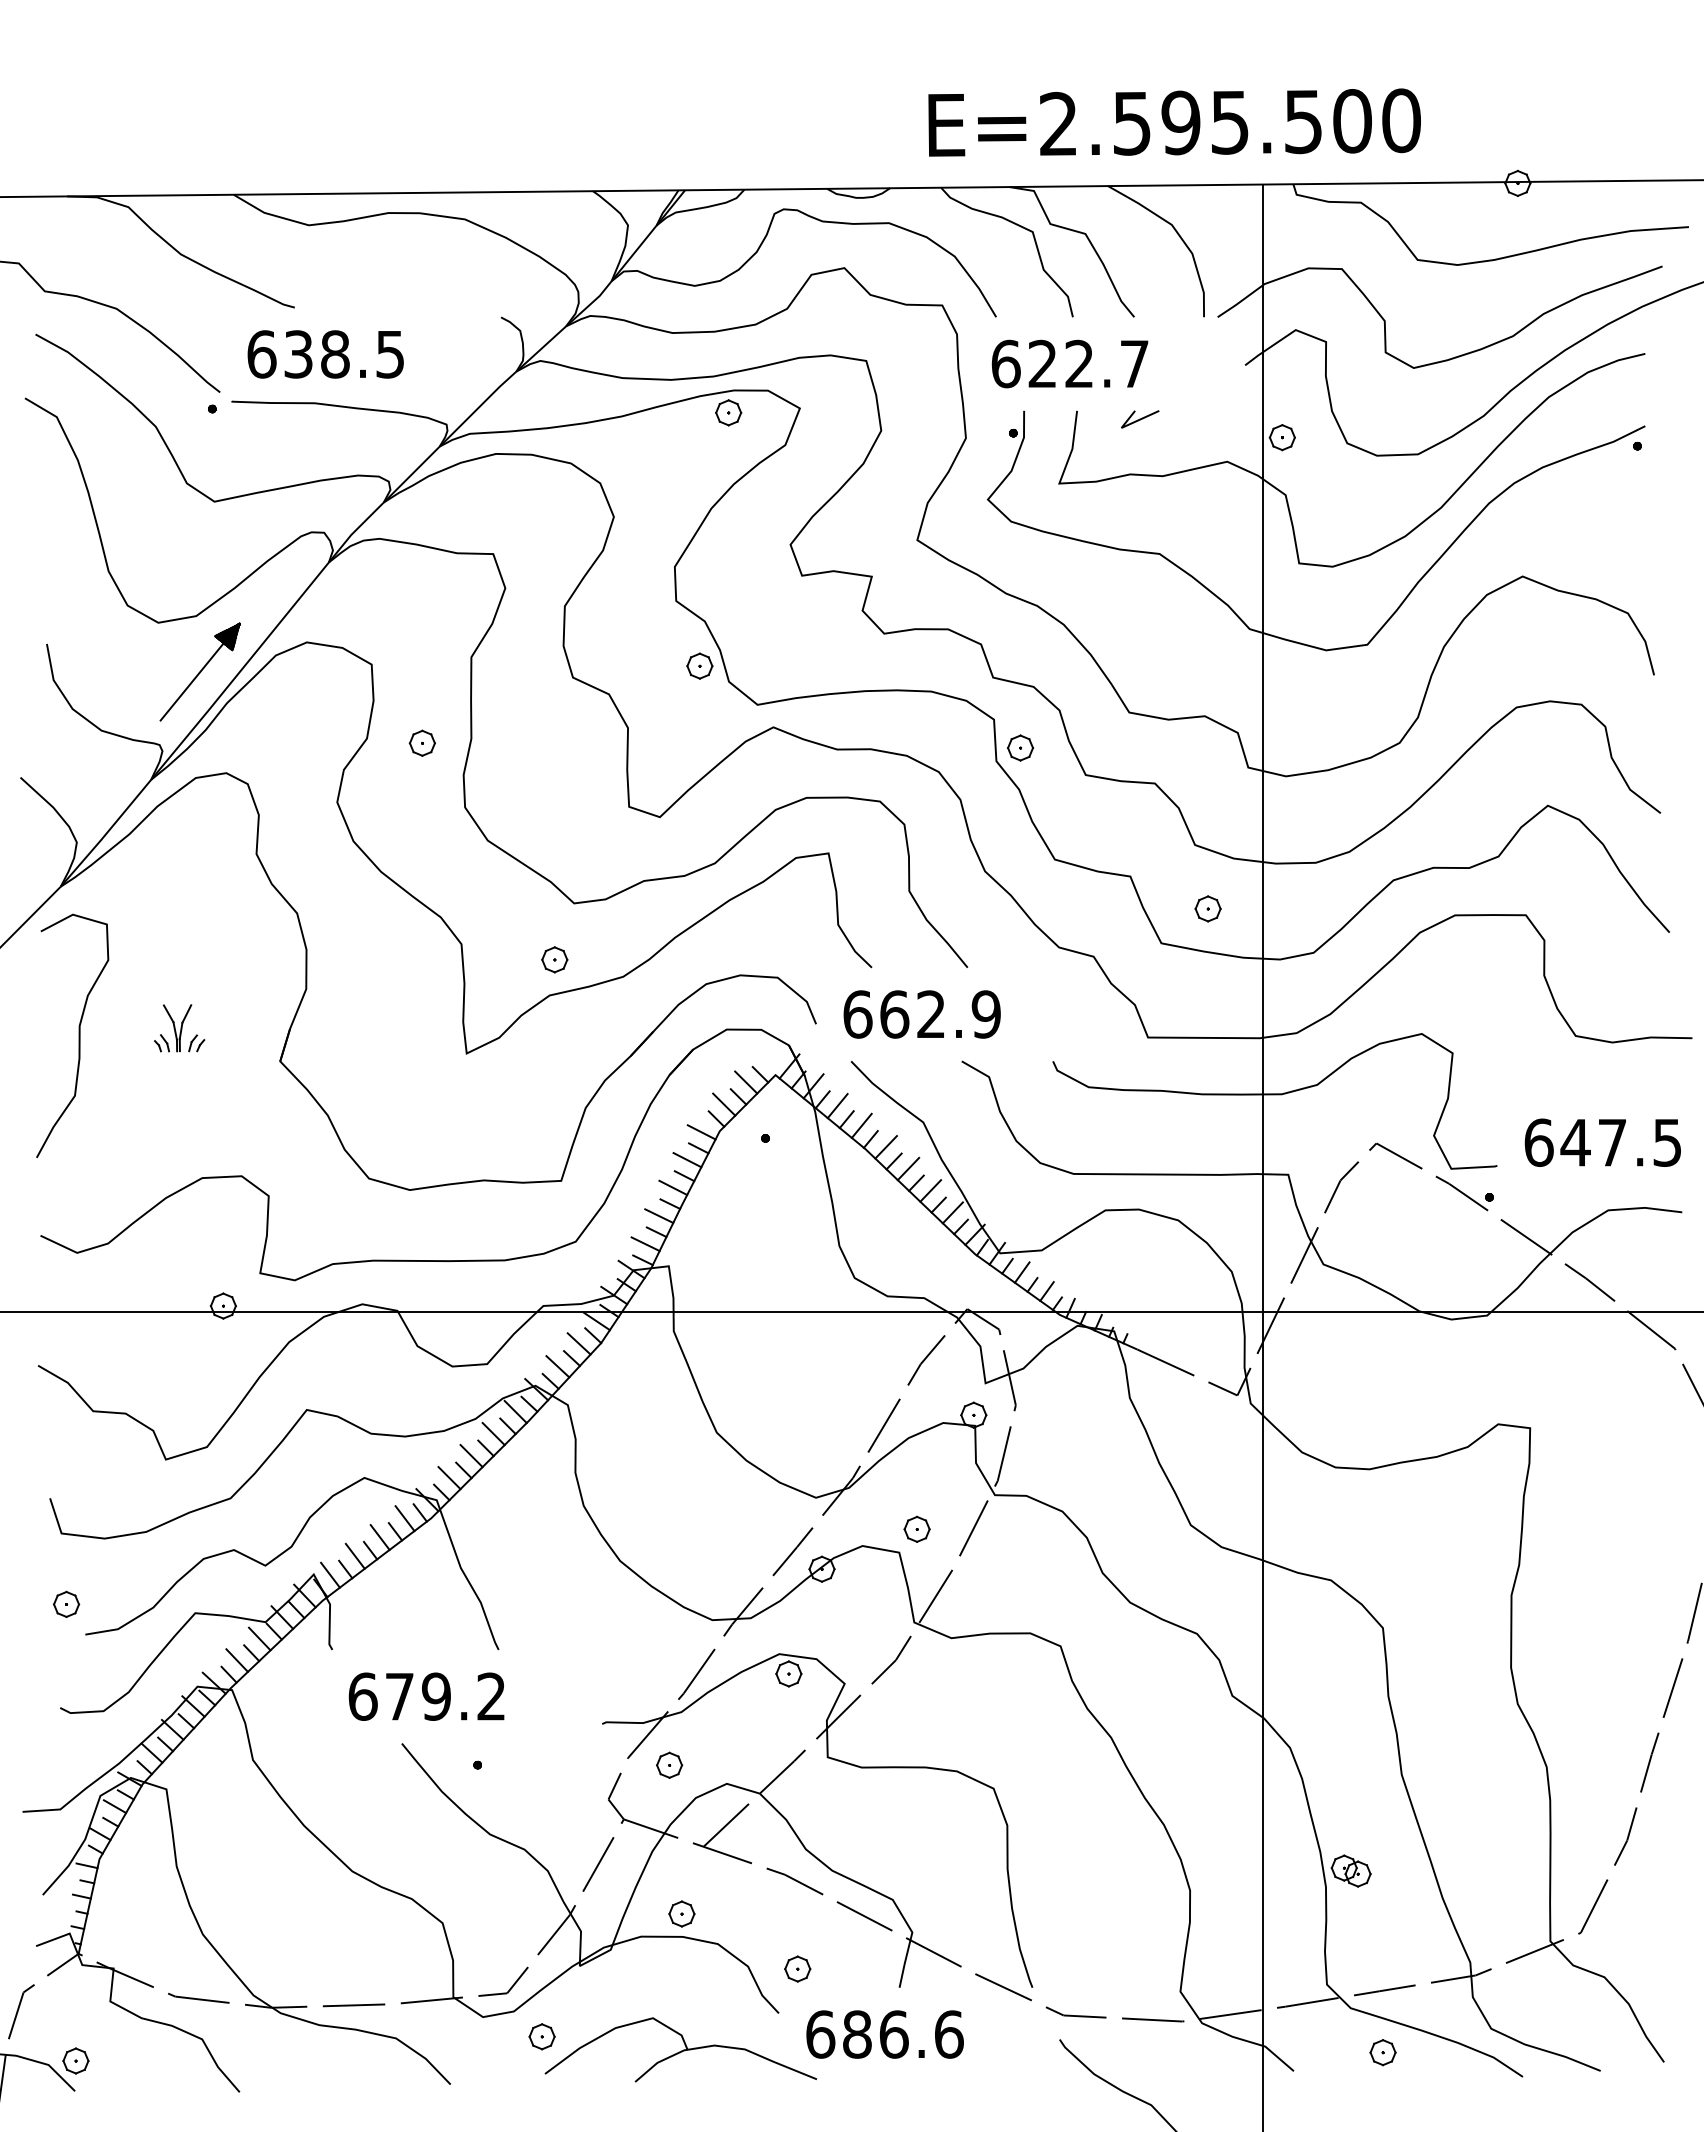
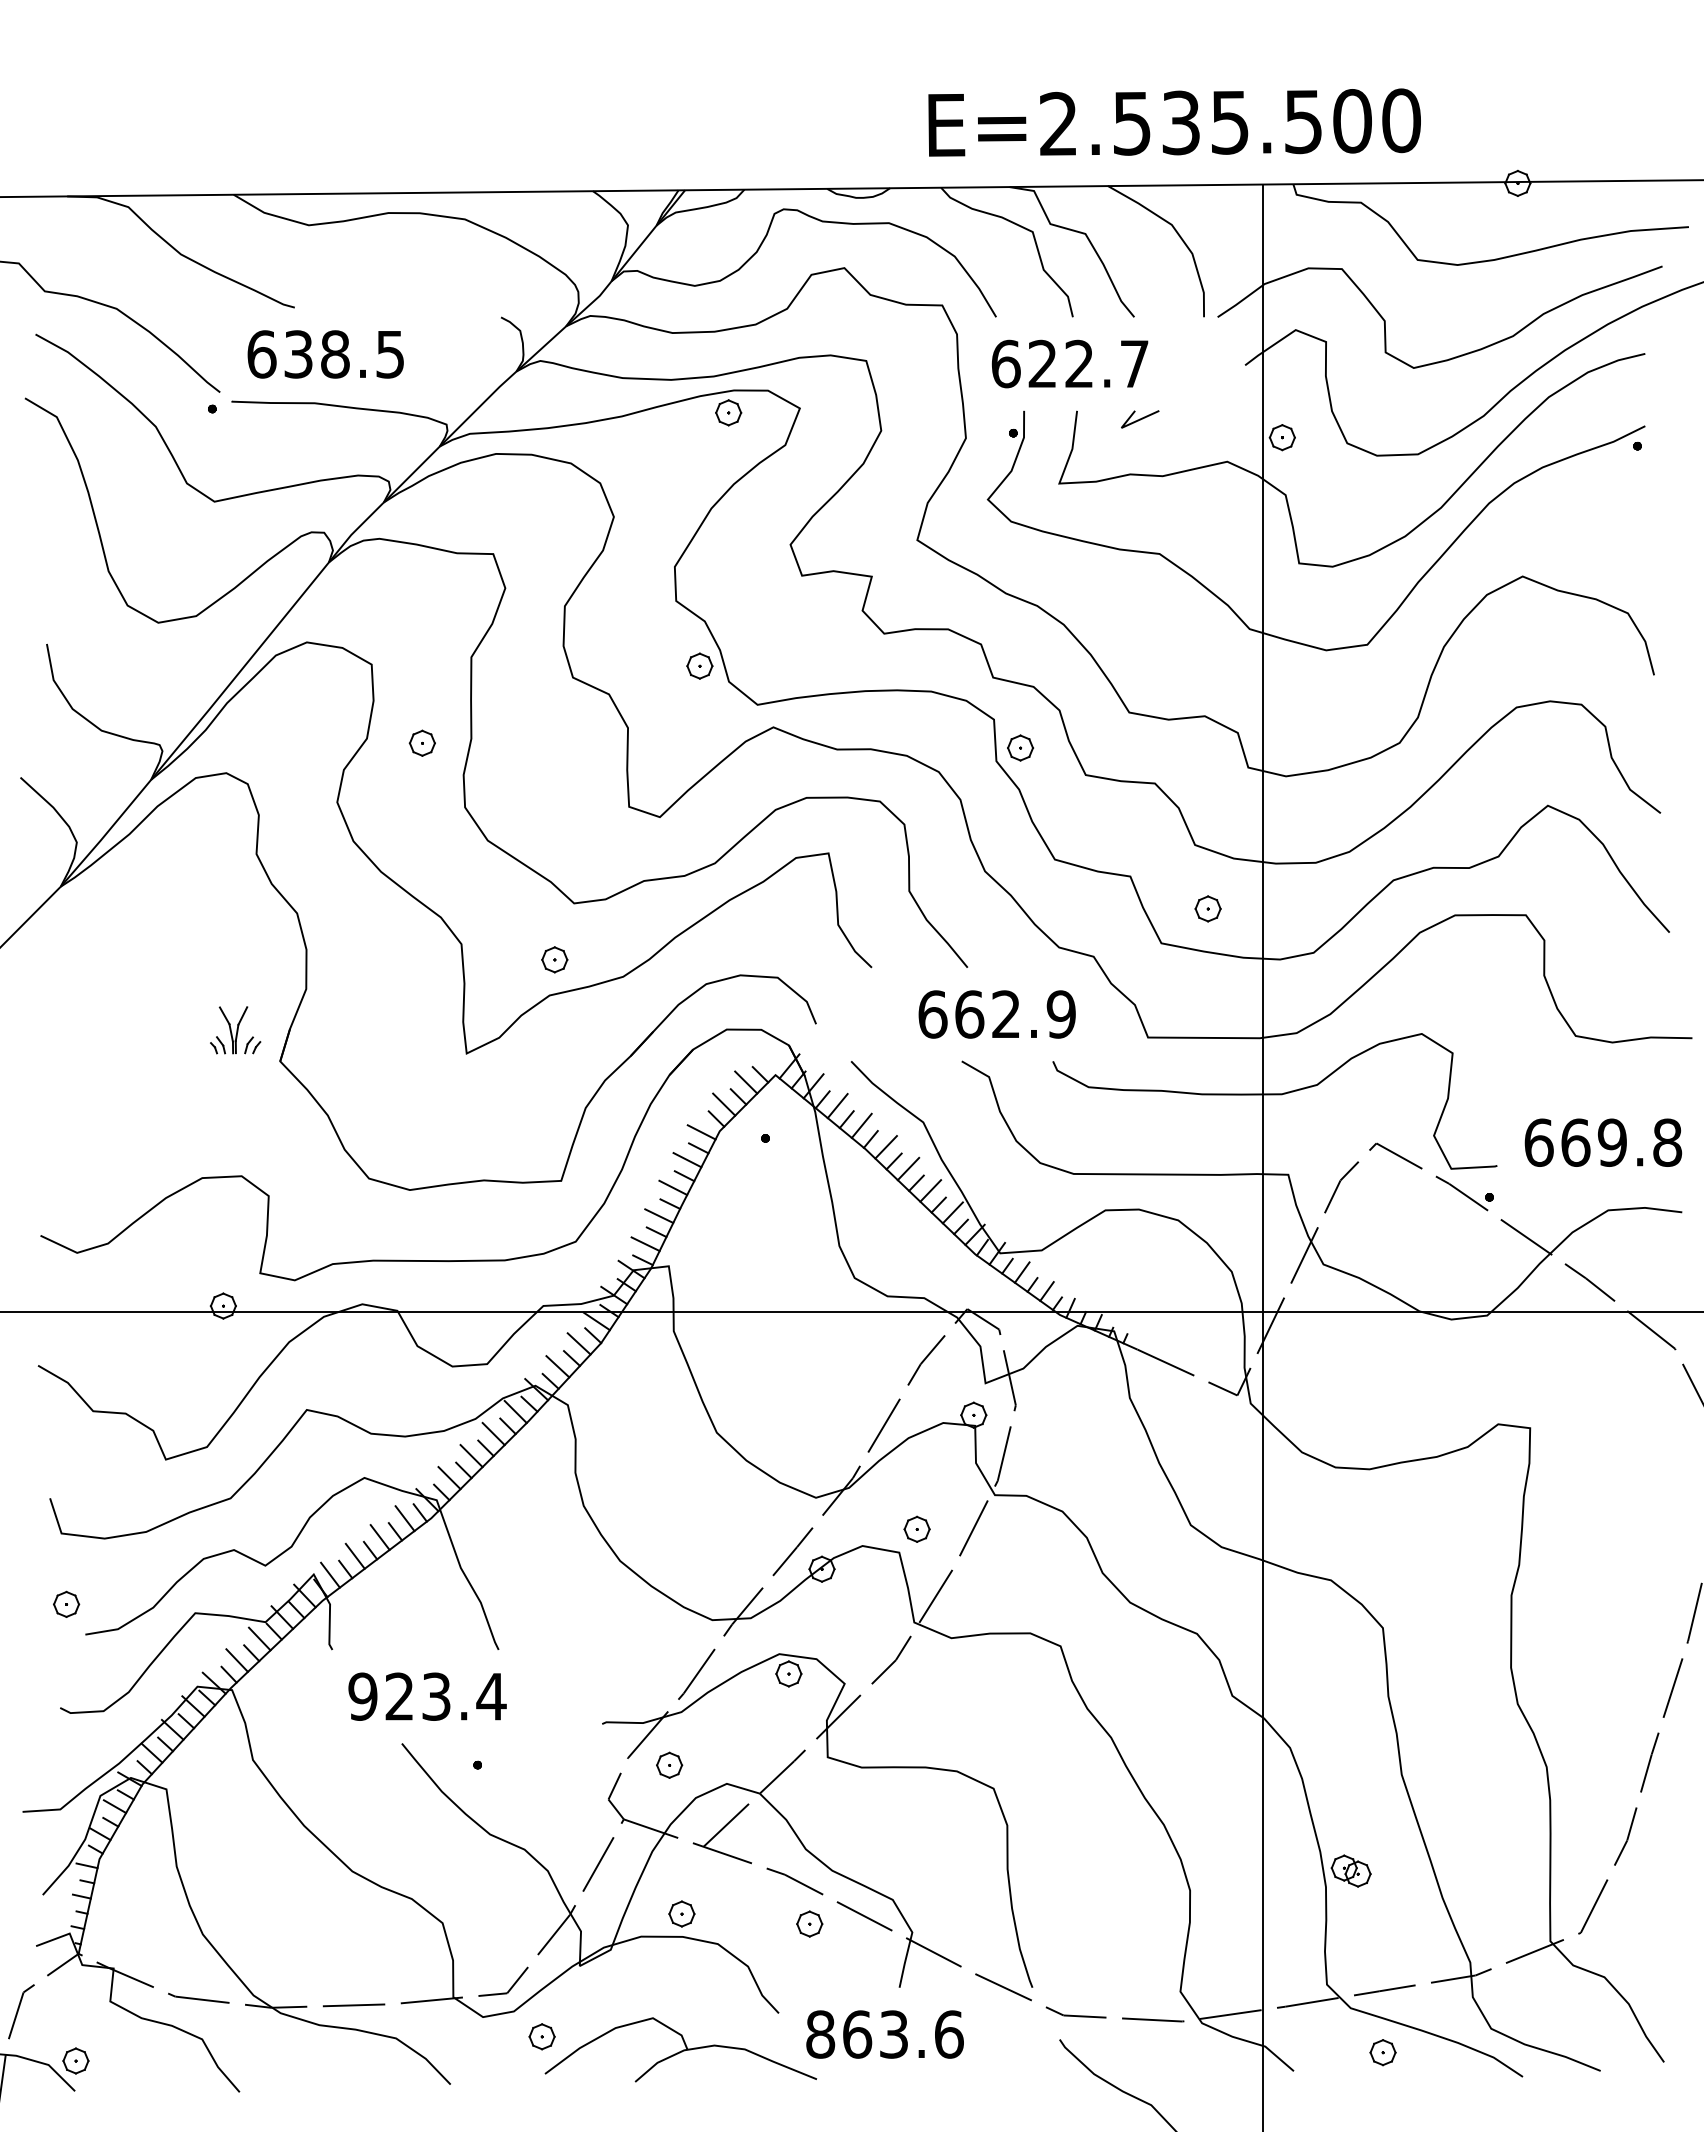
text at (1180, 122): E=2.595.500 -> E=2.535.500
part at (199, 671): present -> none
text at (921, 1014) position: (921, 1014) -> (996, 1014)
part at (179, 1028) position: (179, 1028) -> (235, 1030)
curve at (78, 1035): present -> none
text at (1621, 1142): 647.5 -> 669.8
text at (427, 1696): 679.2 -> 923.4
part at (797, 1968) position: (797, 1968) -> (809, 1923)
text at (857, 2034): 686.6 -> 863.6
